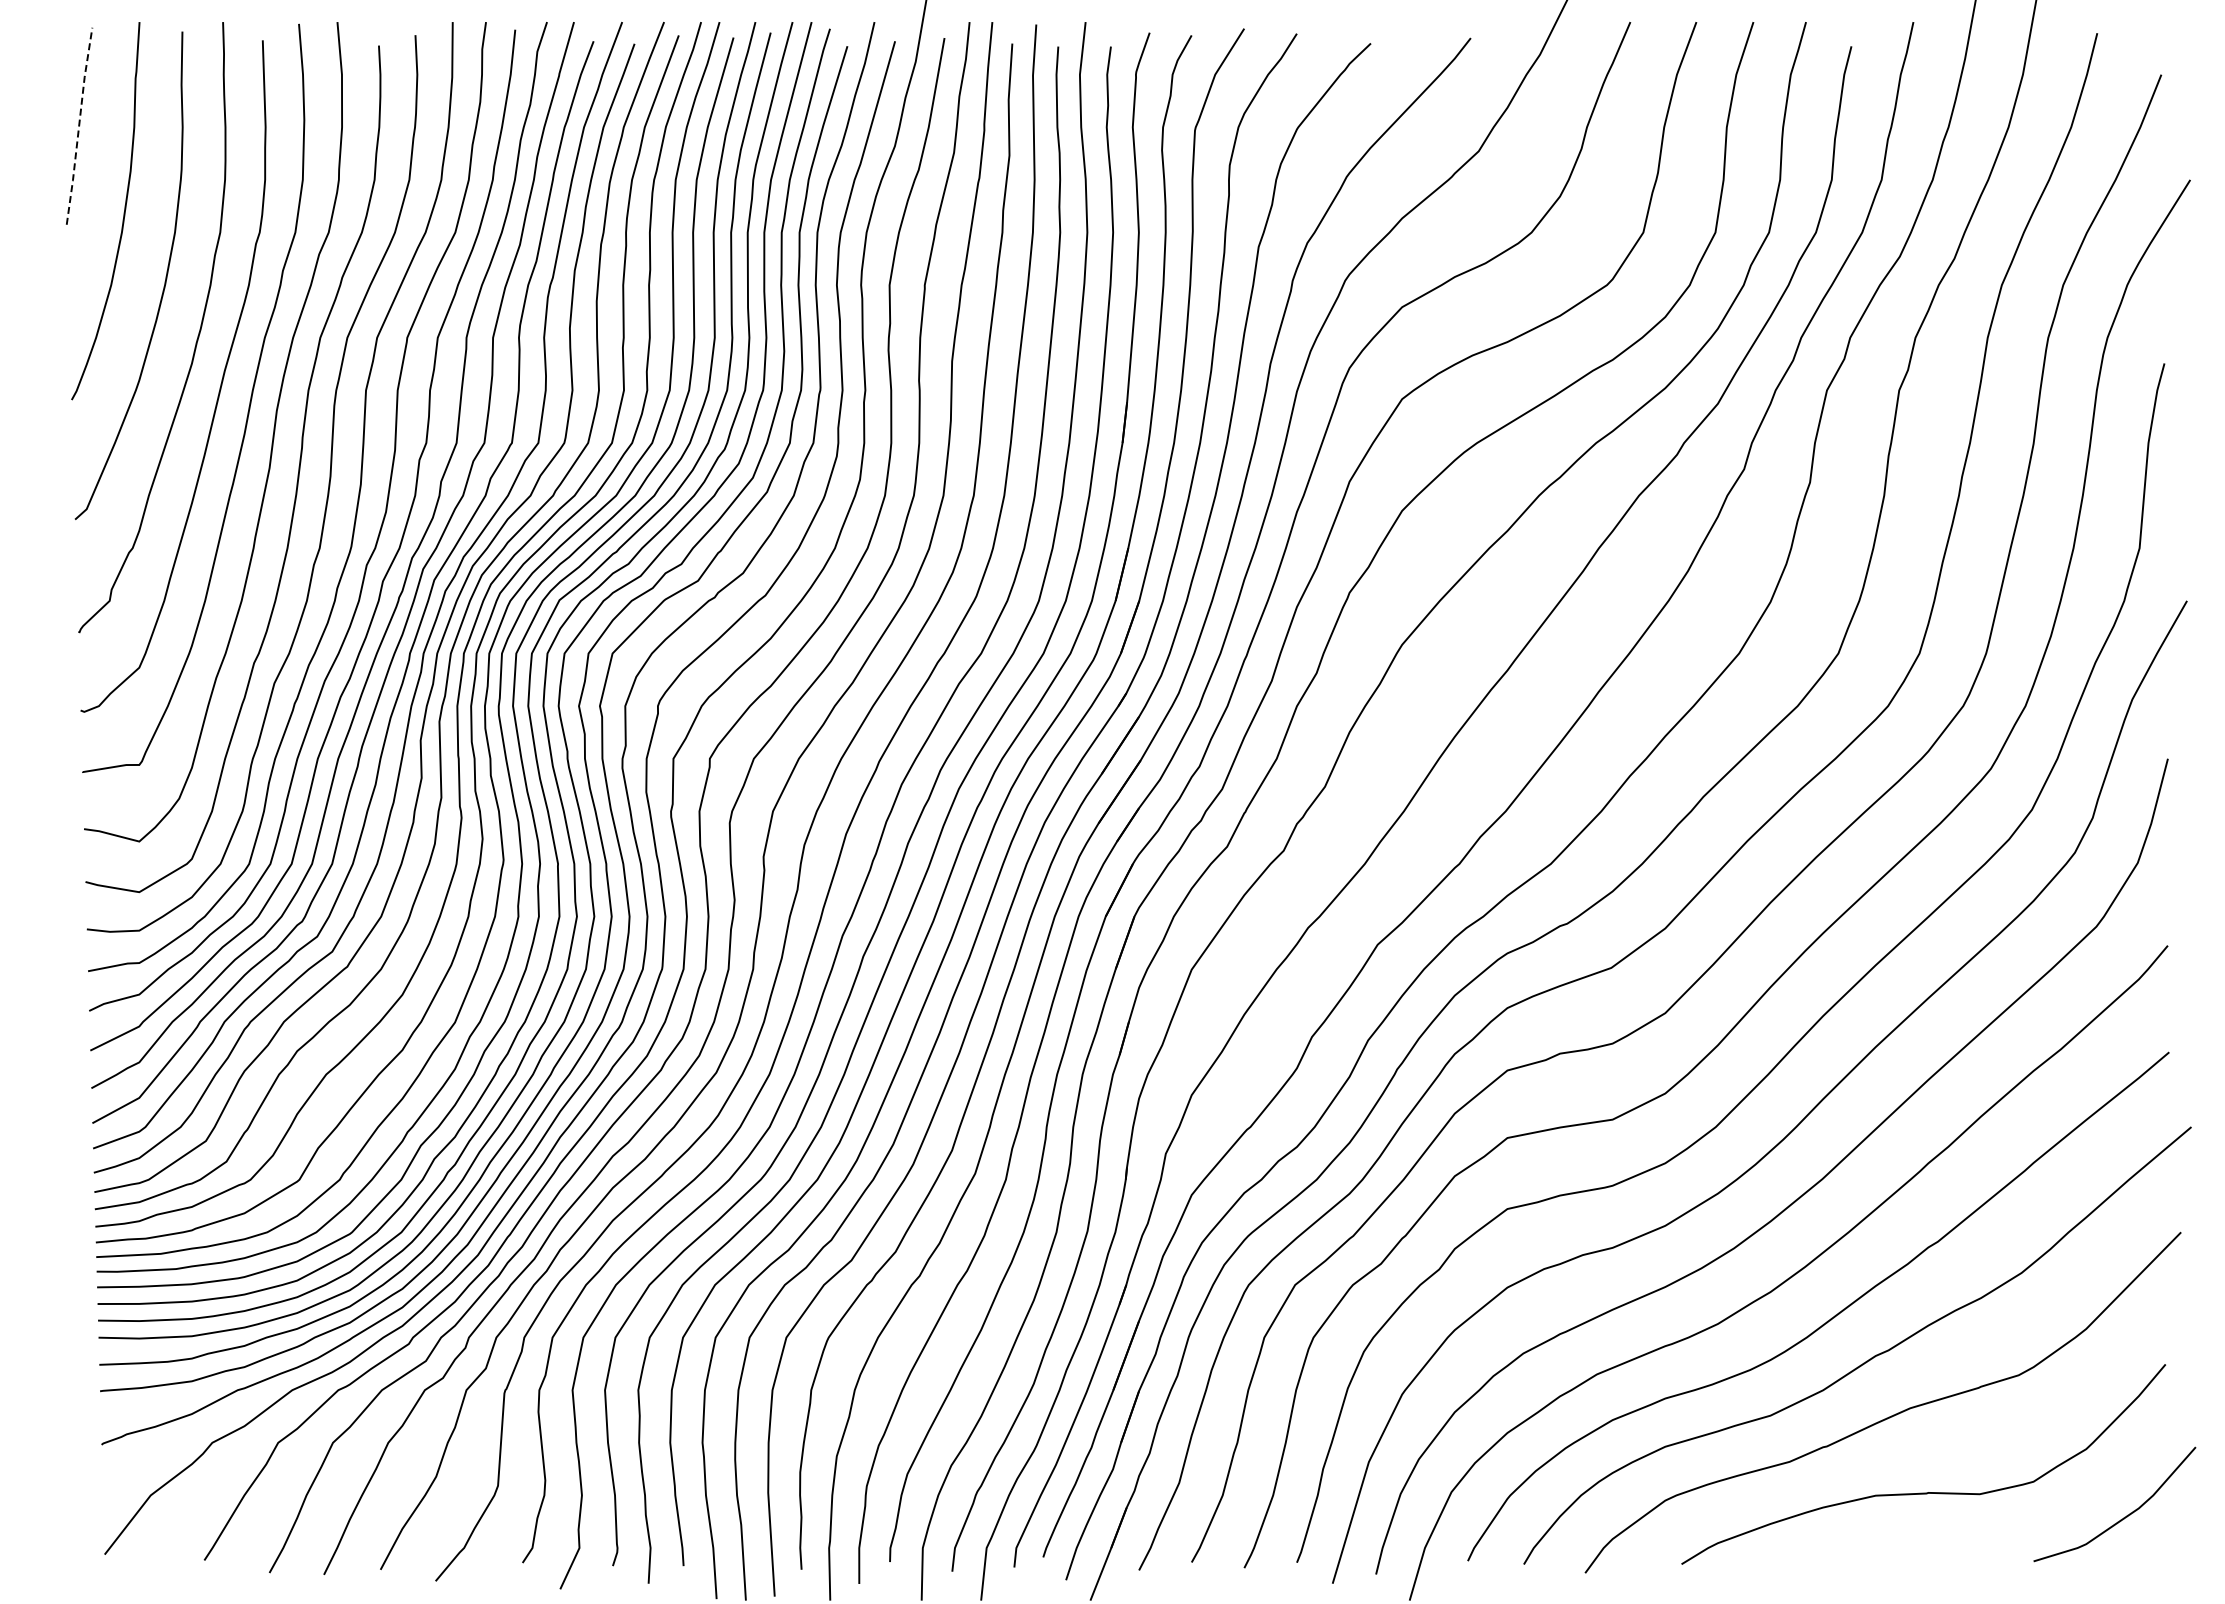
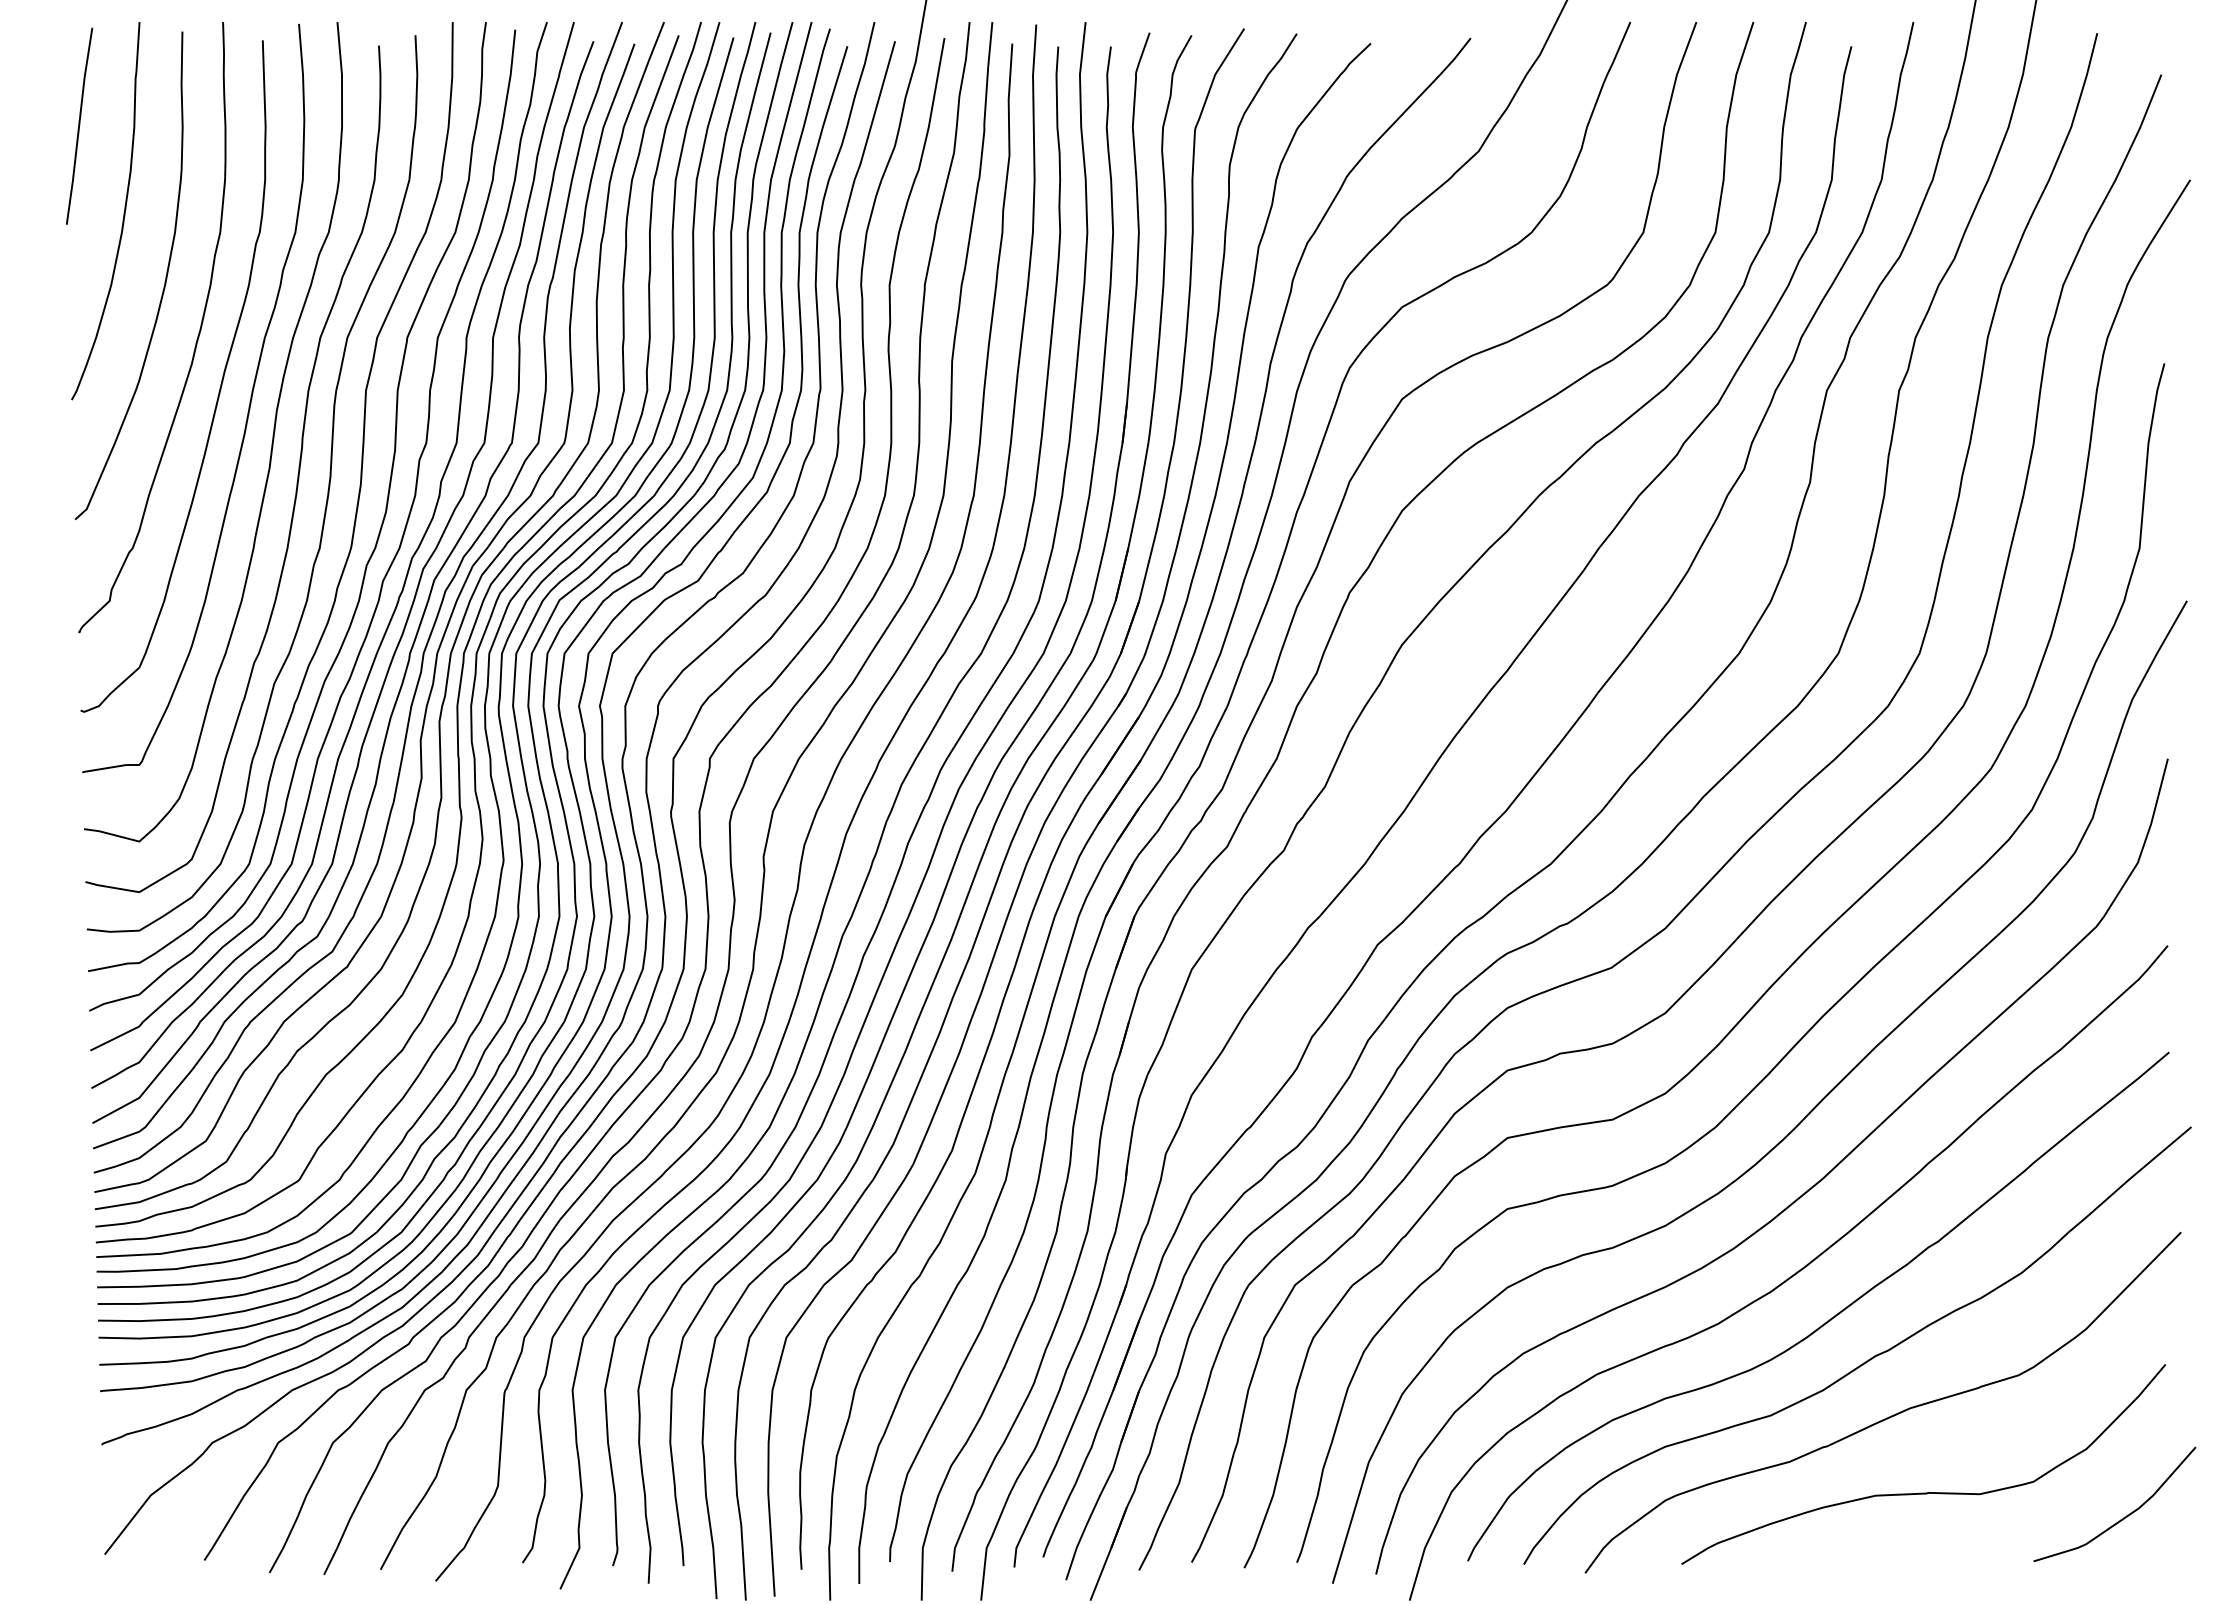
line at (79, 126): dashed -> solid
